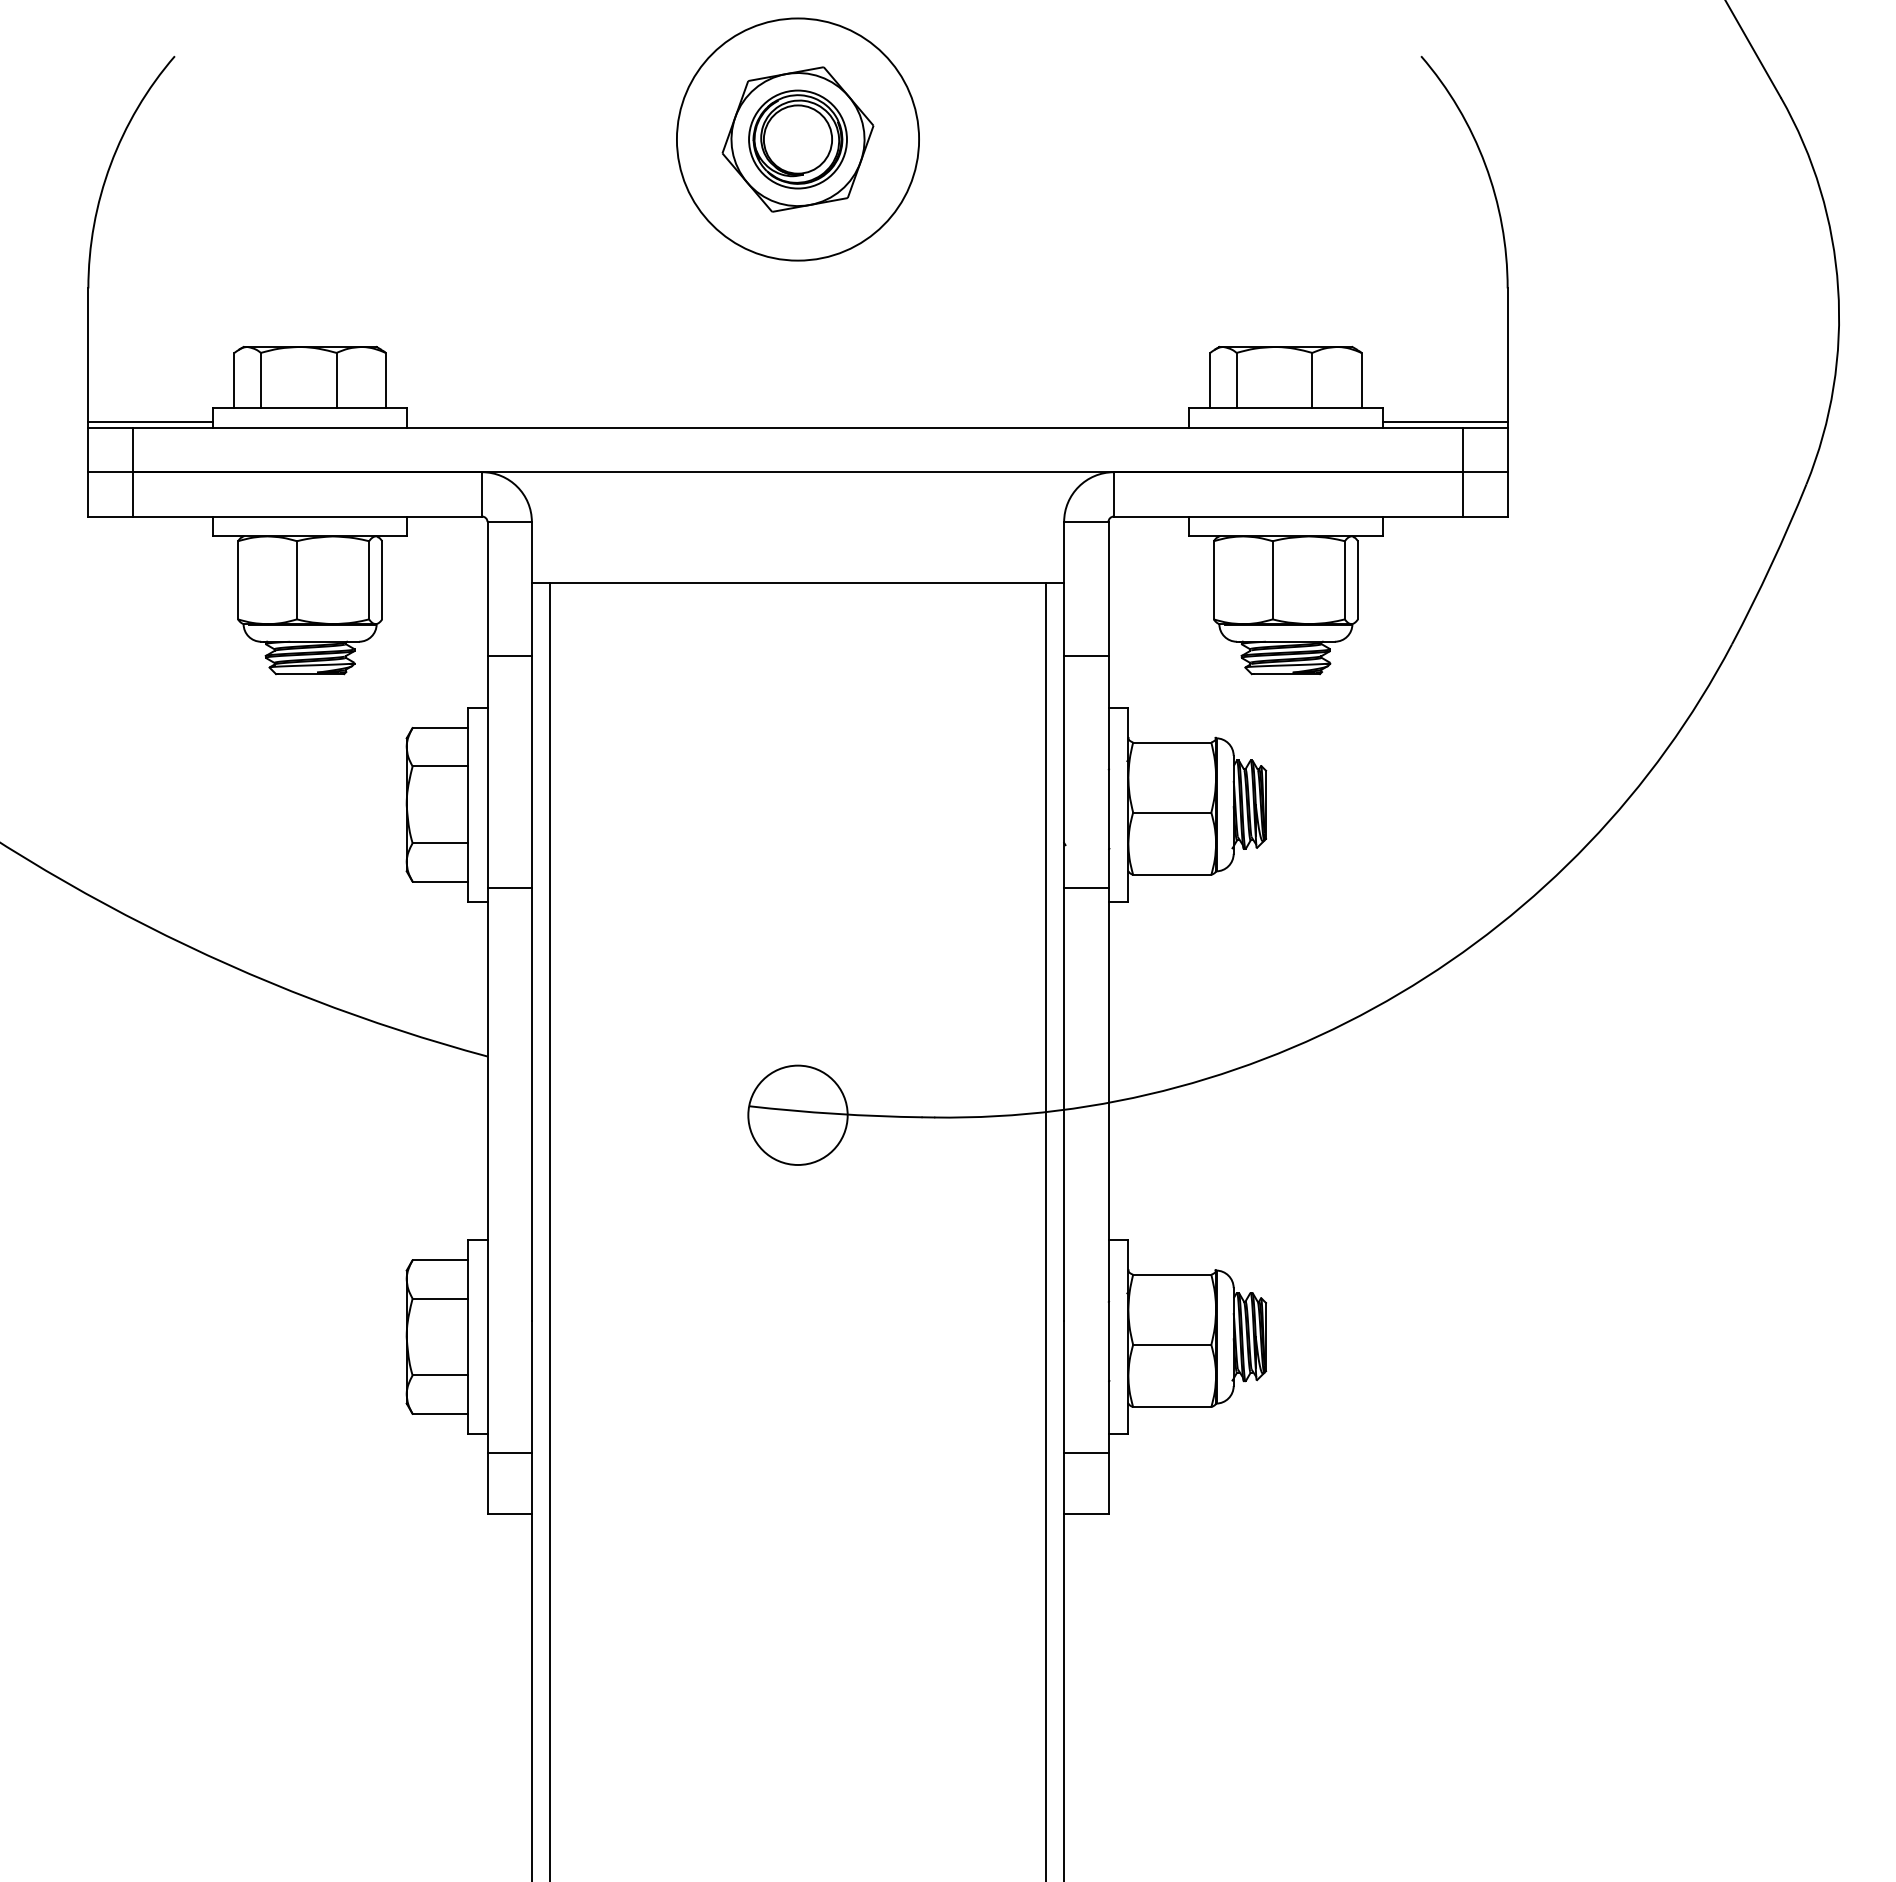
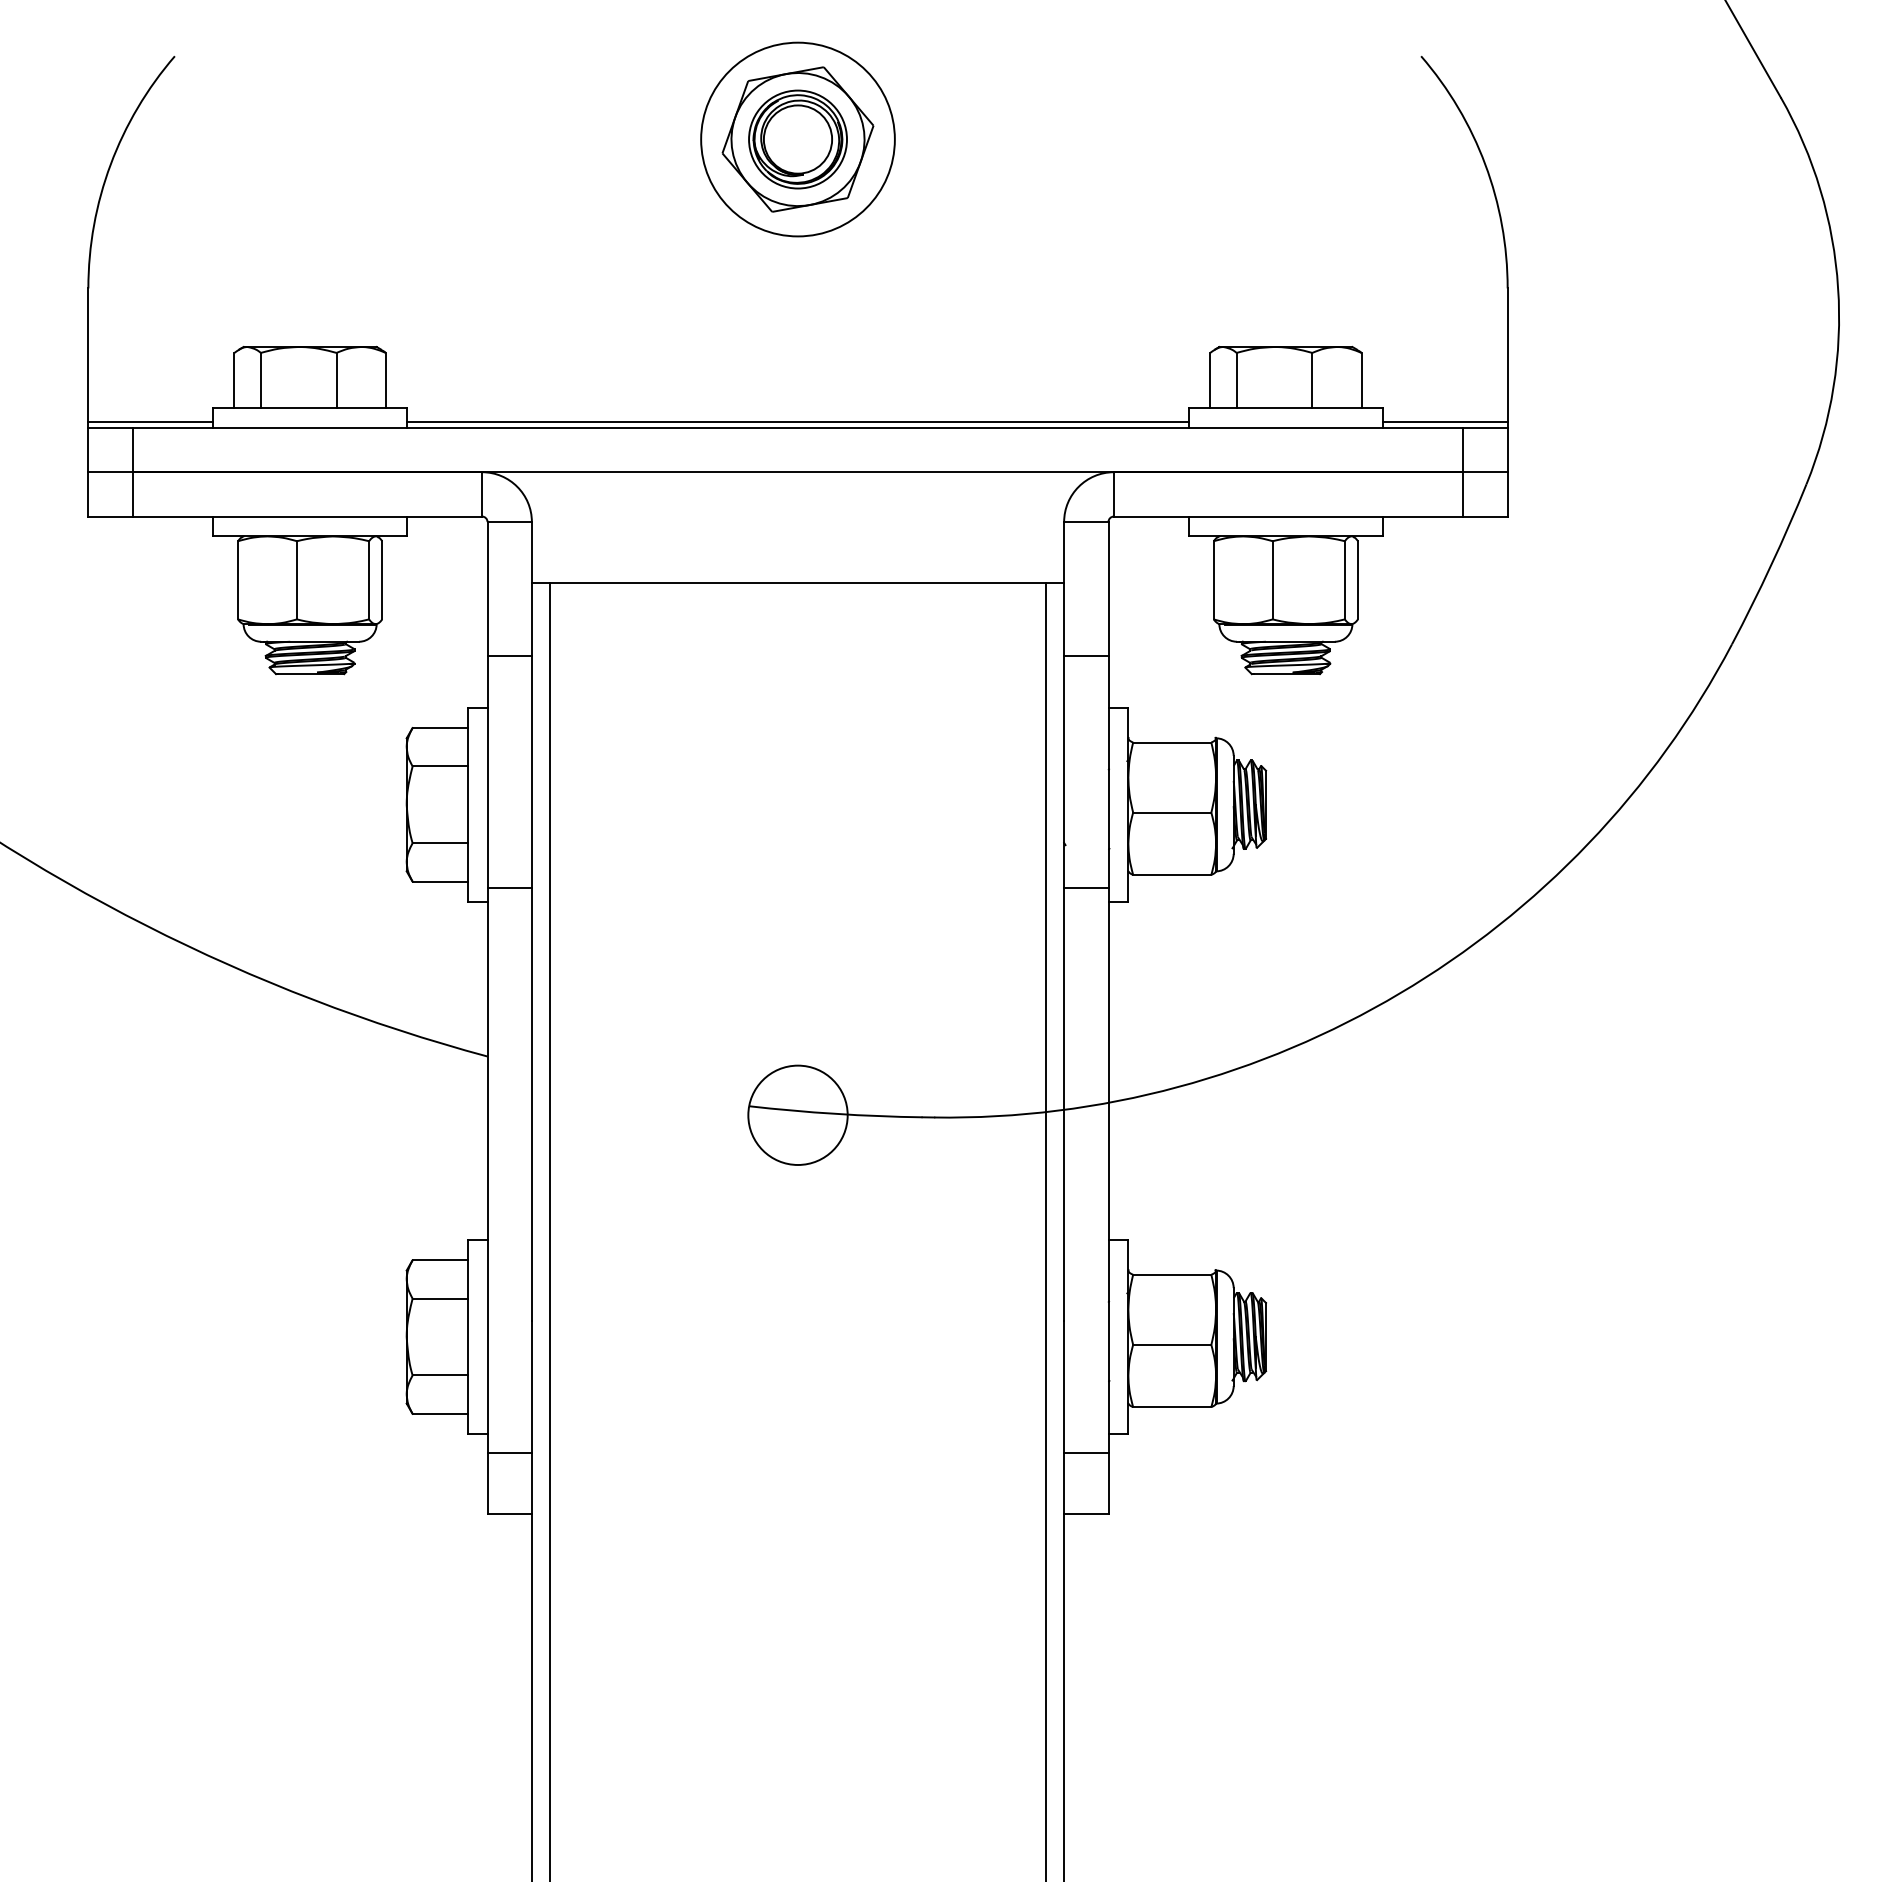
circle at (797, 139) diameter: 242 px -> 194 px
line at (798, 422): none -> present
